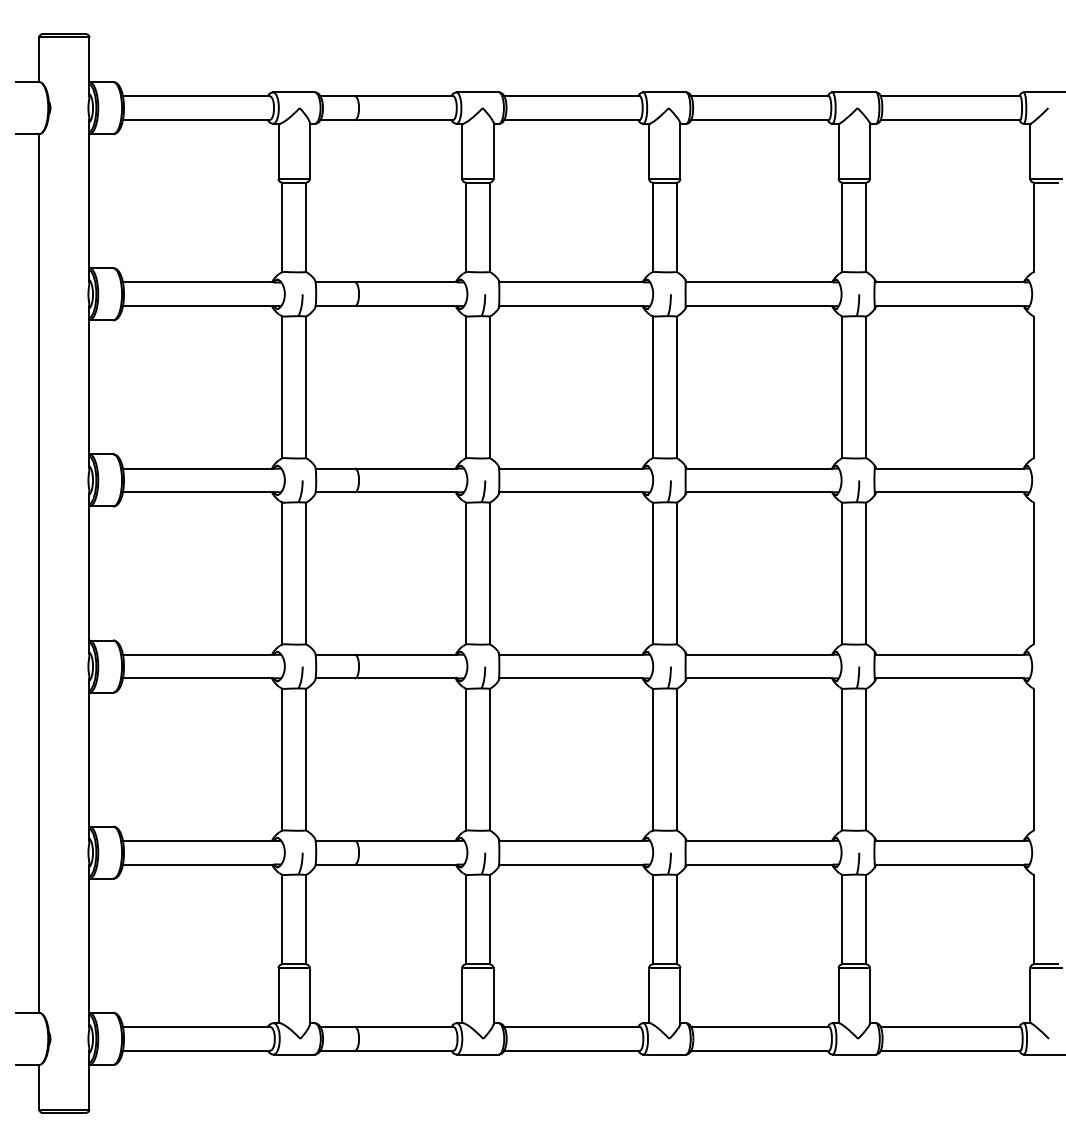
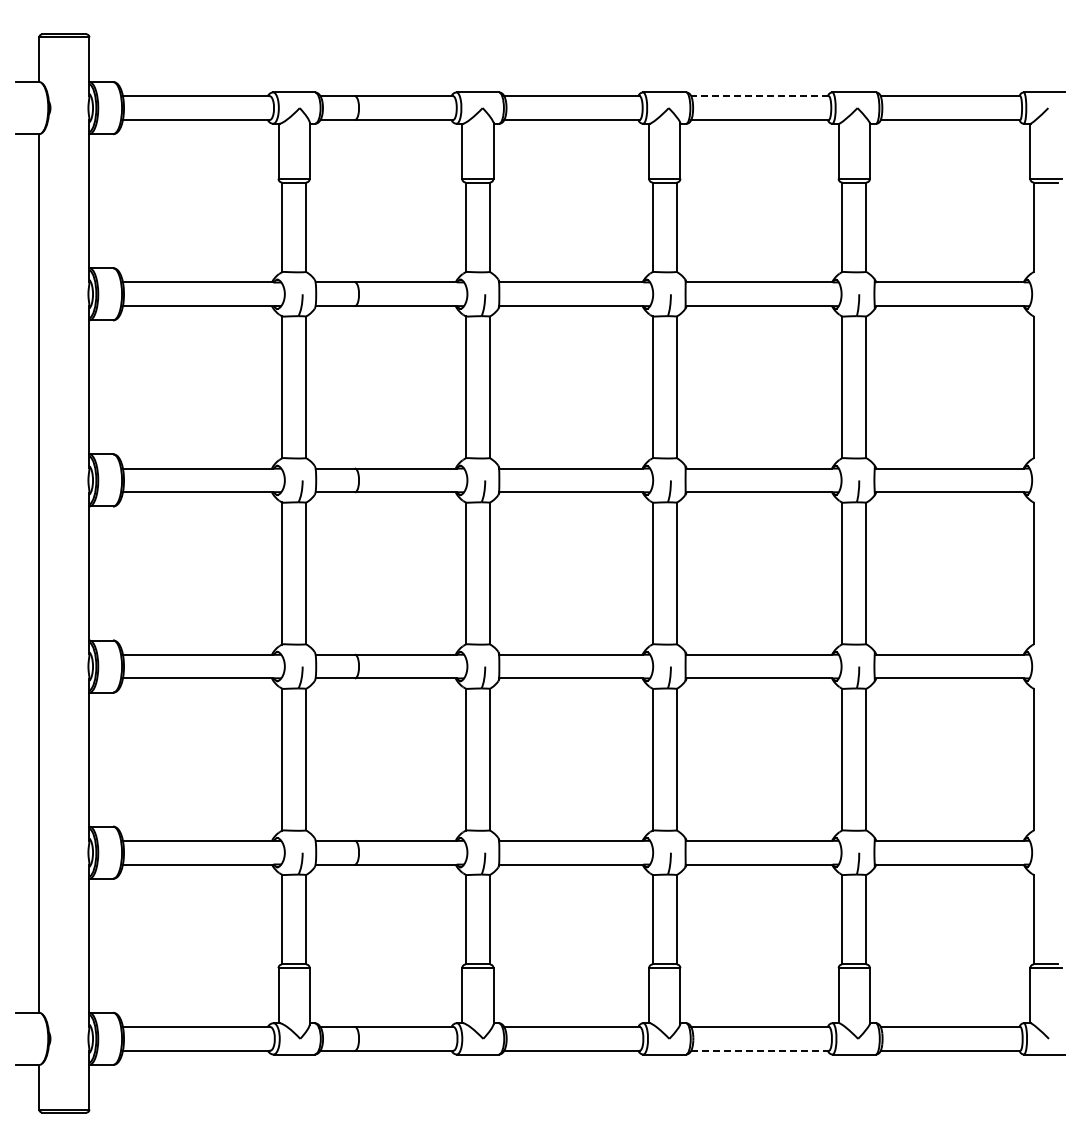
line at (760, 96): solid -> dashed
line at (760, 1050): solid -> dashed
